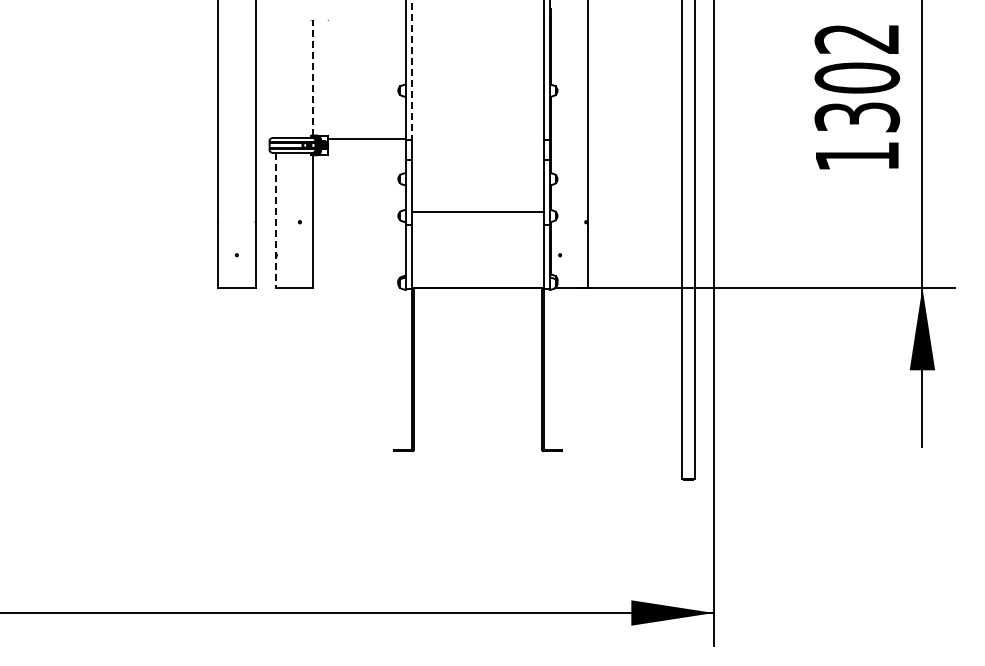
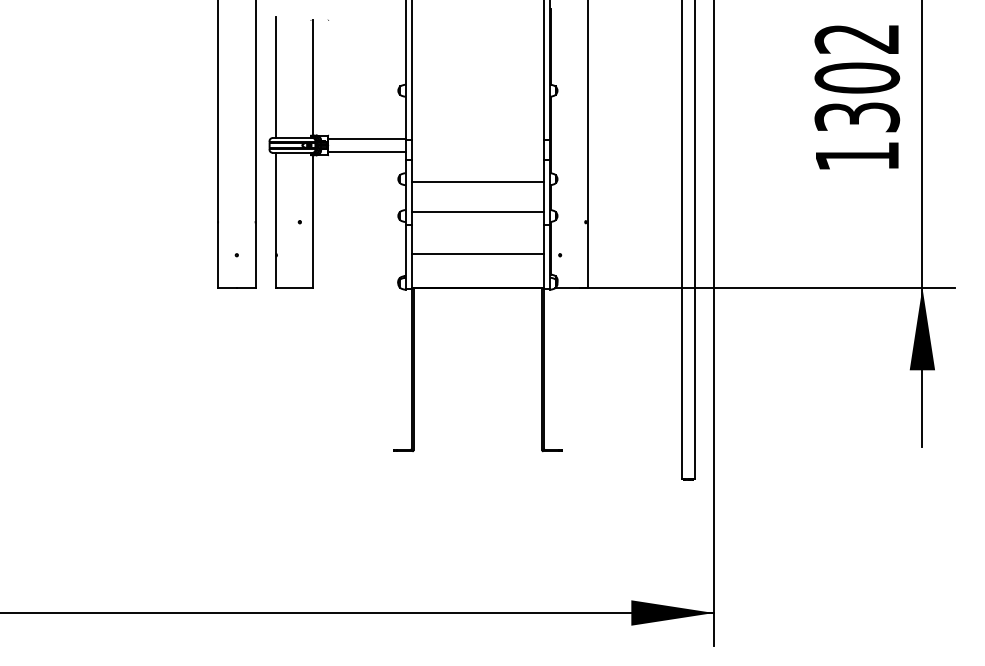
line at (411, 70): dashed -> solid
line at (275, 77): none -> present
line at (313, 77): dashed -> solid
line at (366, 152): none -> present
line at (477, 181): none -> present
line at (275, 220): dashed -> solid
line at (477, 253): none -> present
